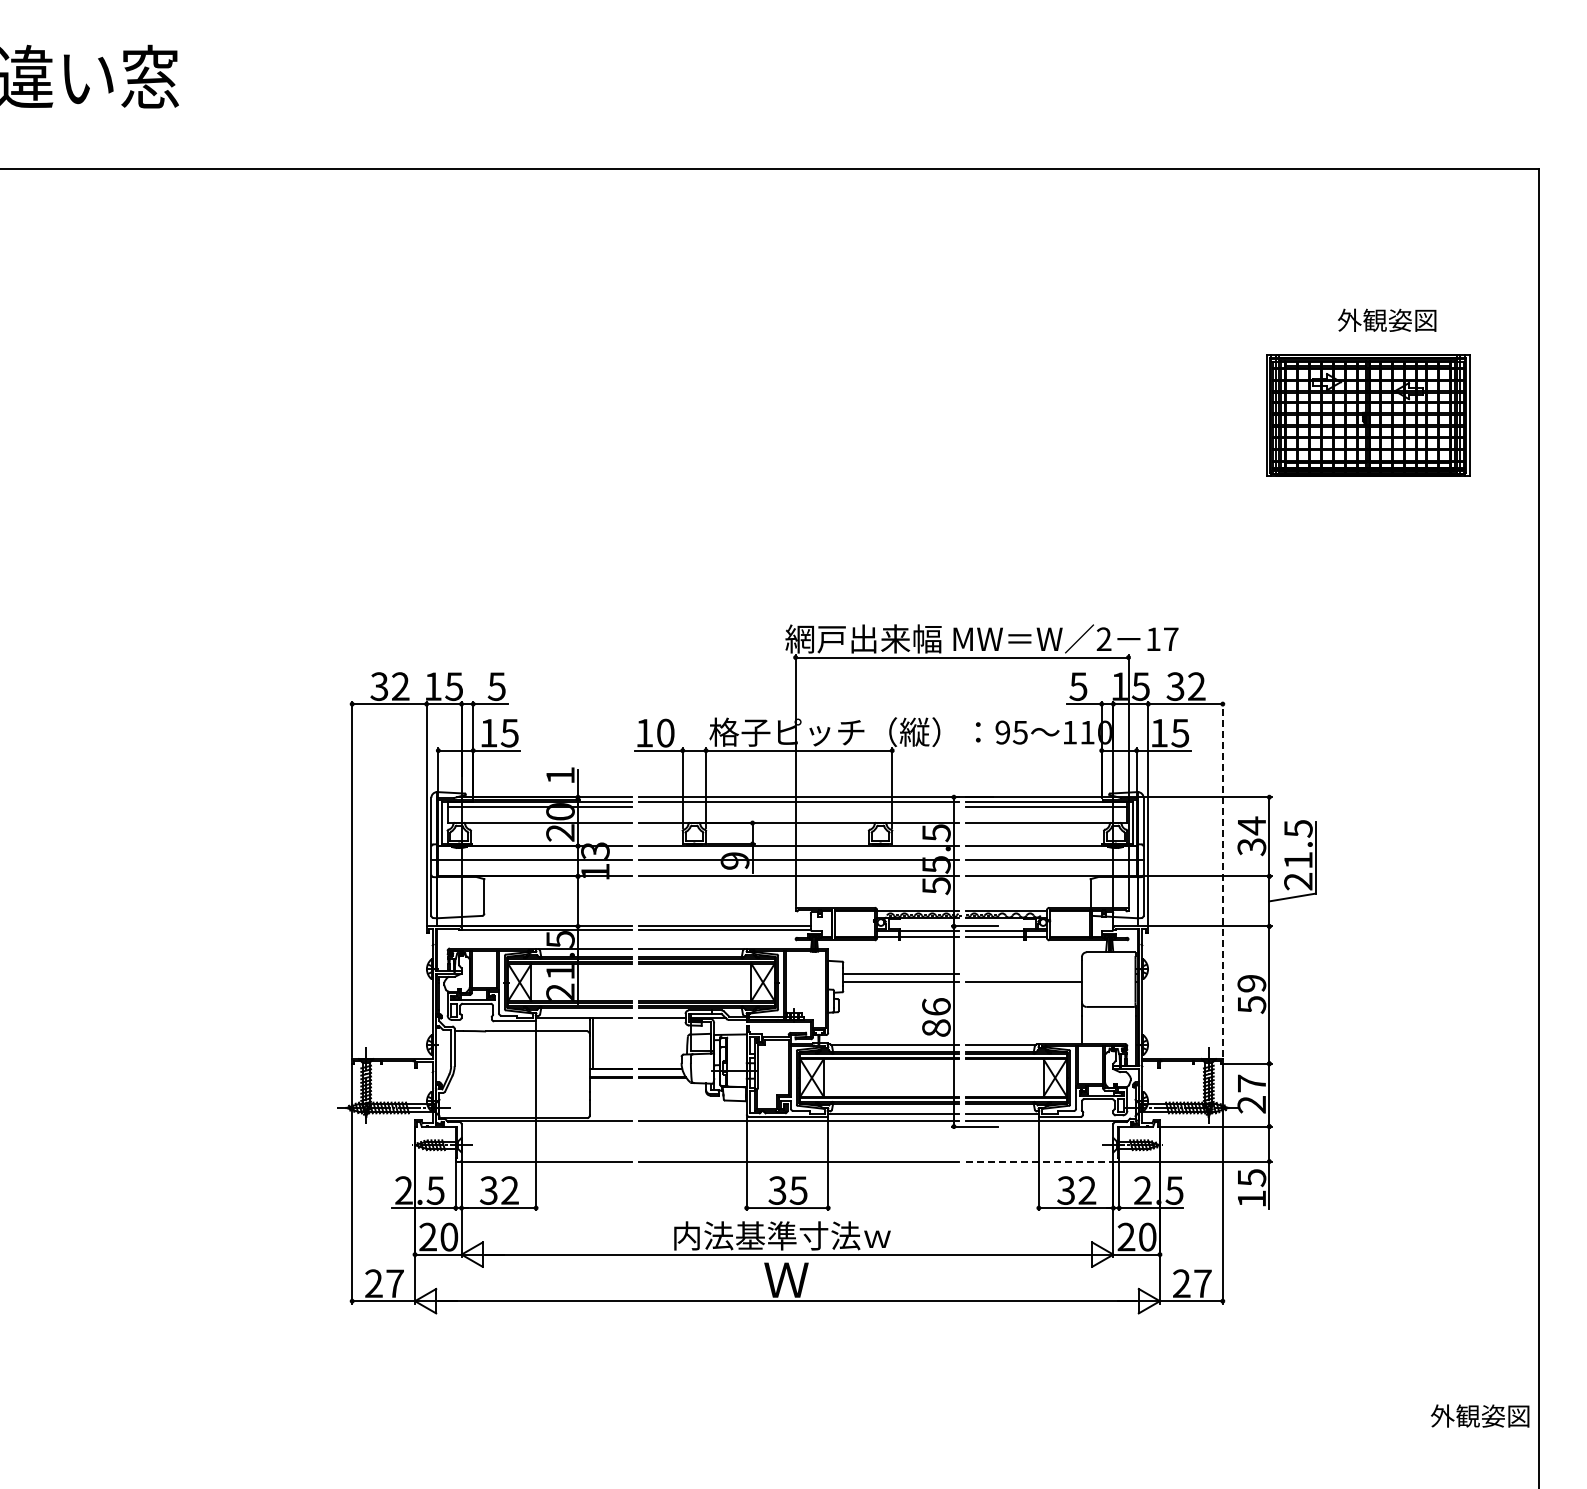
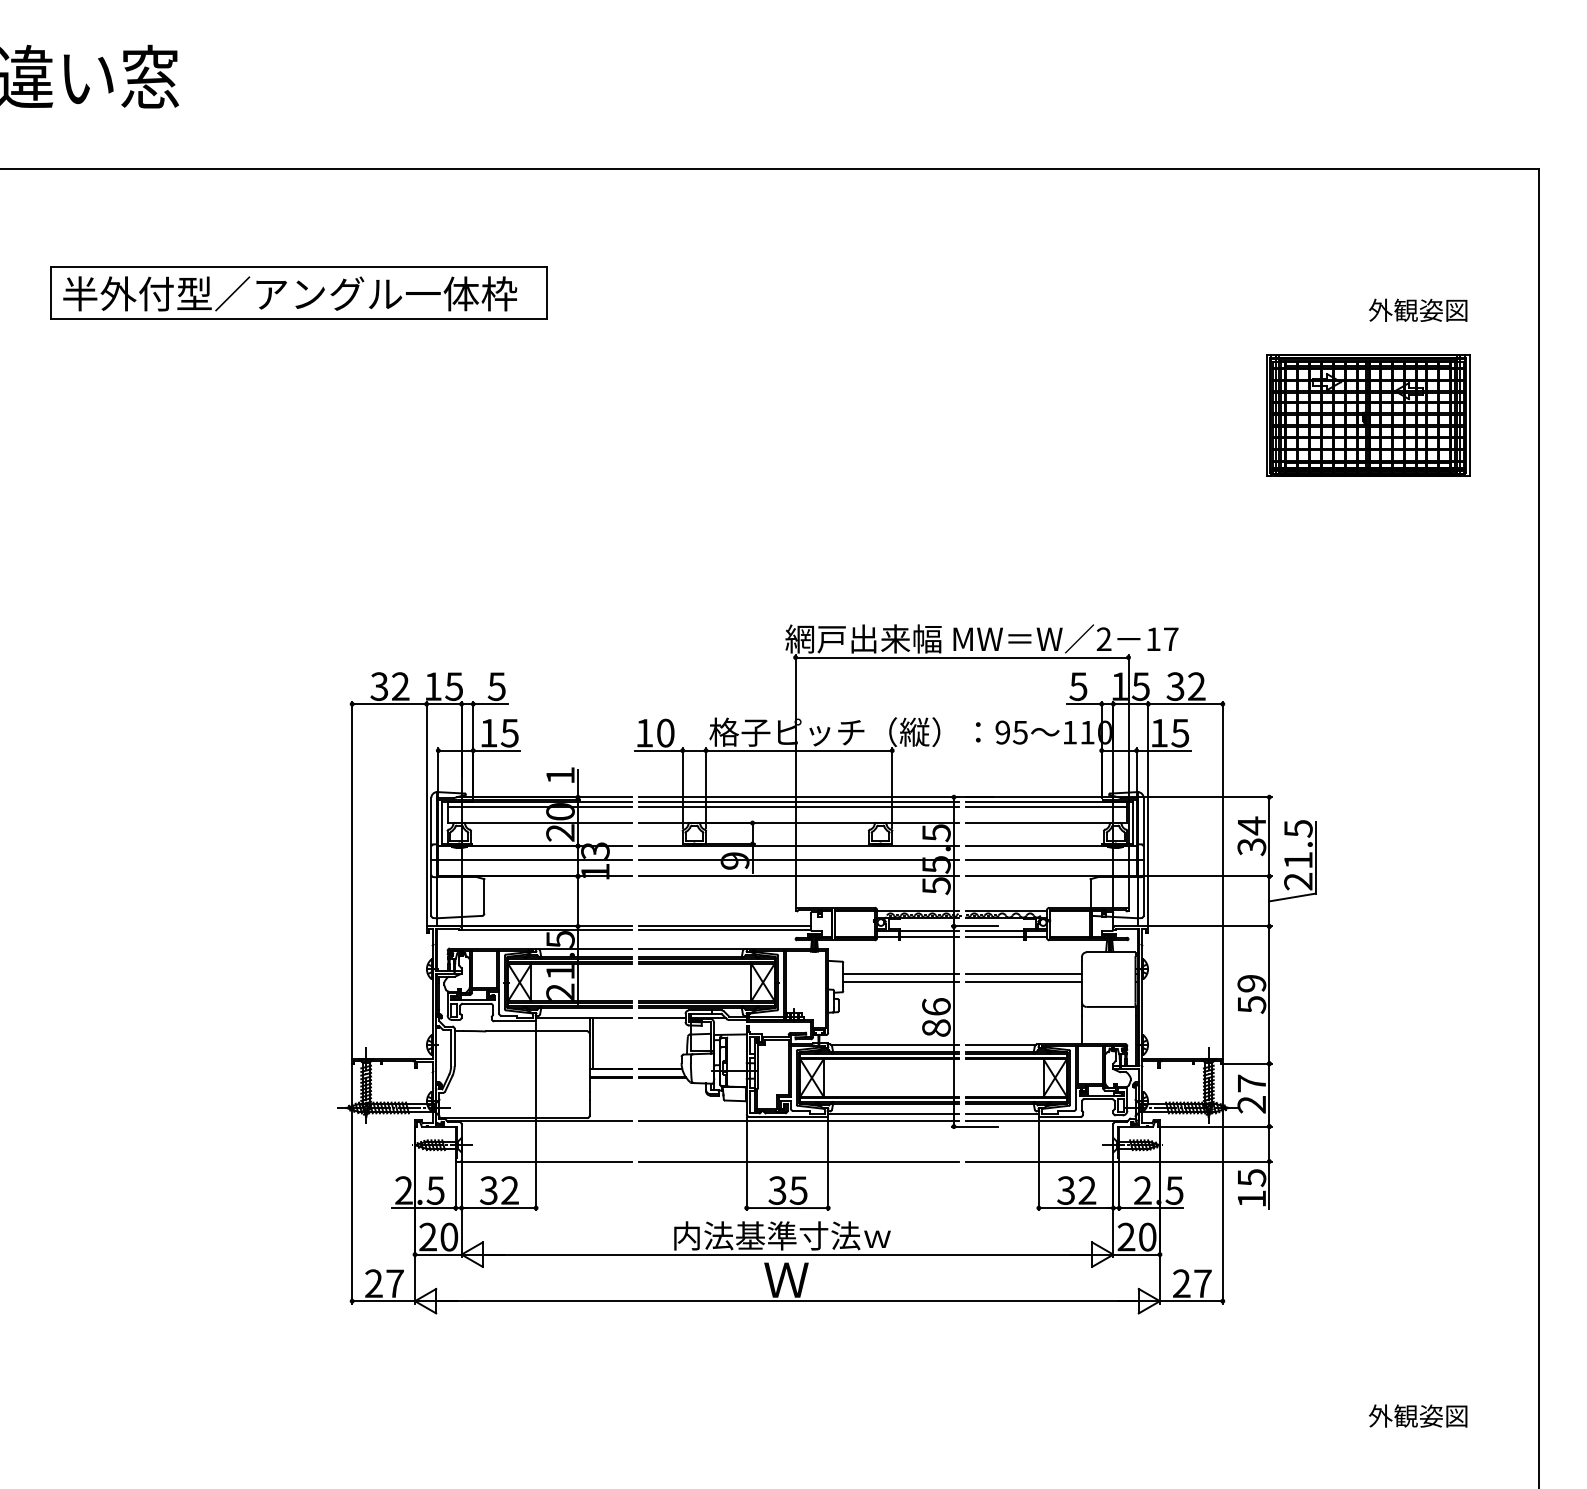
part at (298, 292): none -> present
text at (1387, 319) position: (1387, 319) -> (1418, 309)
line at (798, 807): none -> present
line at (1222, 879): dashed -> solid
line at (1023, 973): none -> present
line at (1042, 1161): dashed -> solid
text at (1479, 1415) position: (1479, 1415) -> (1417, 1415)
